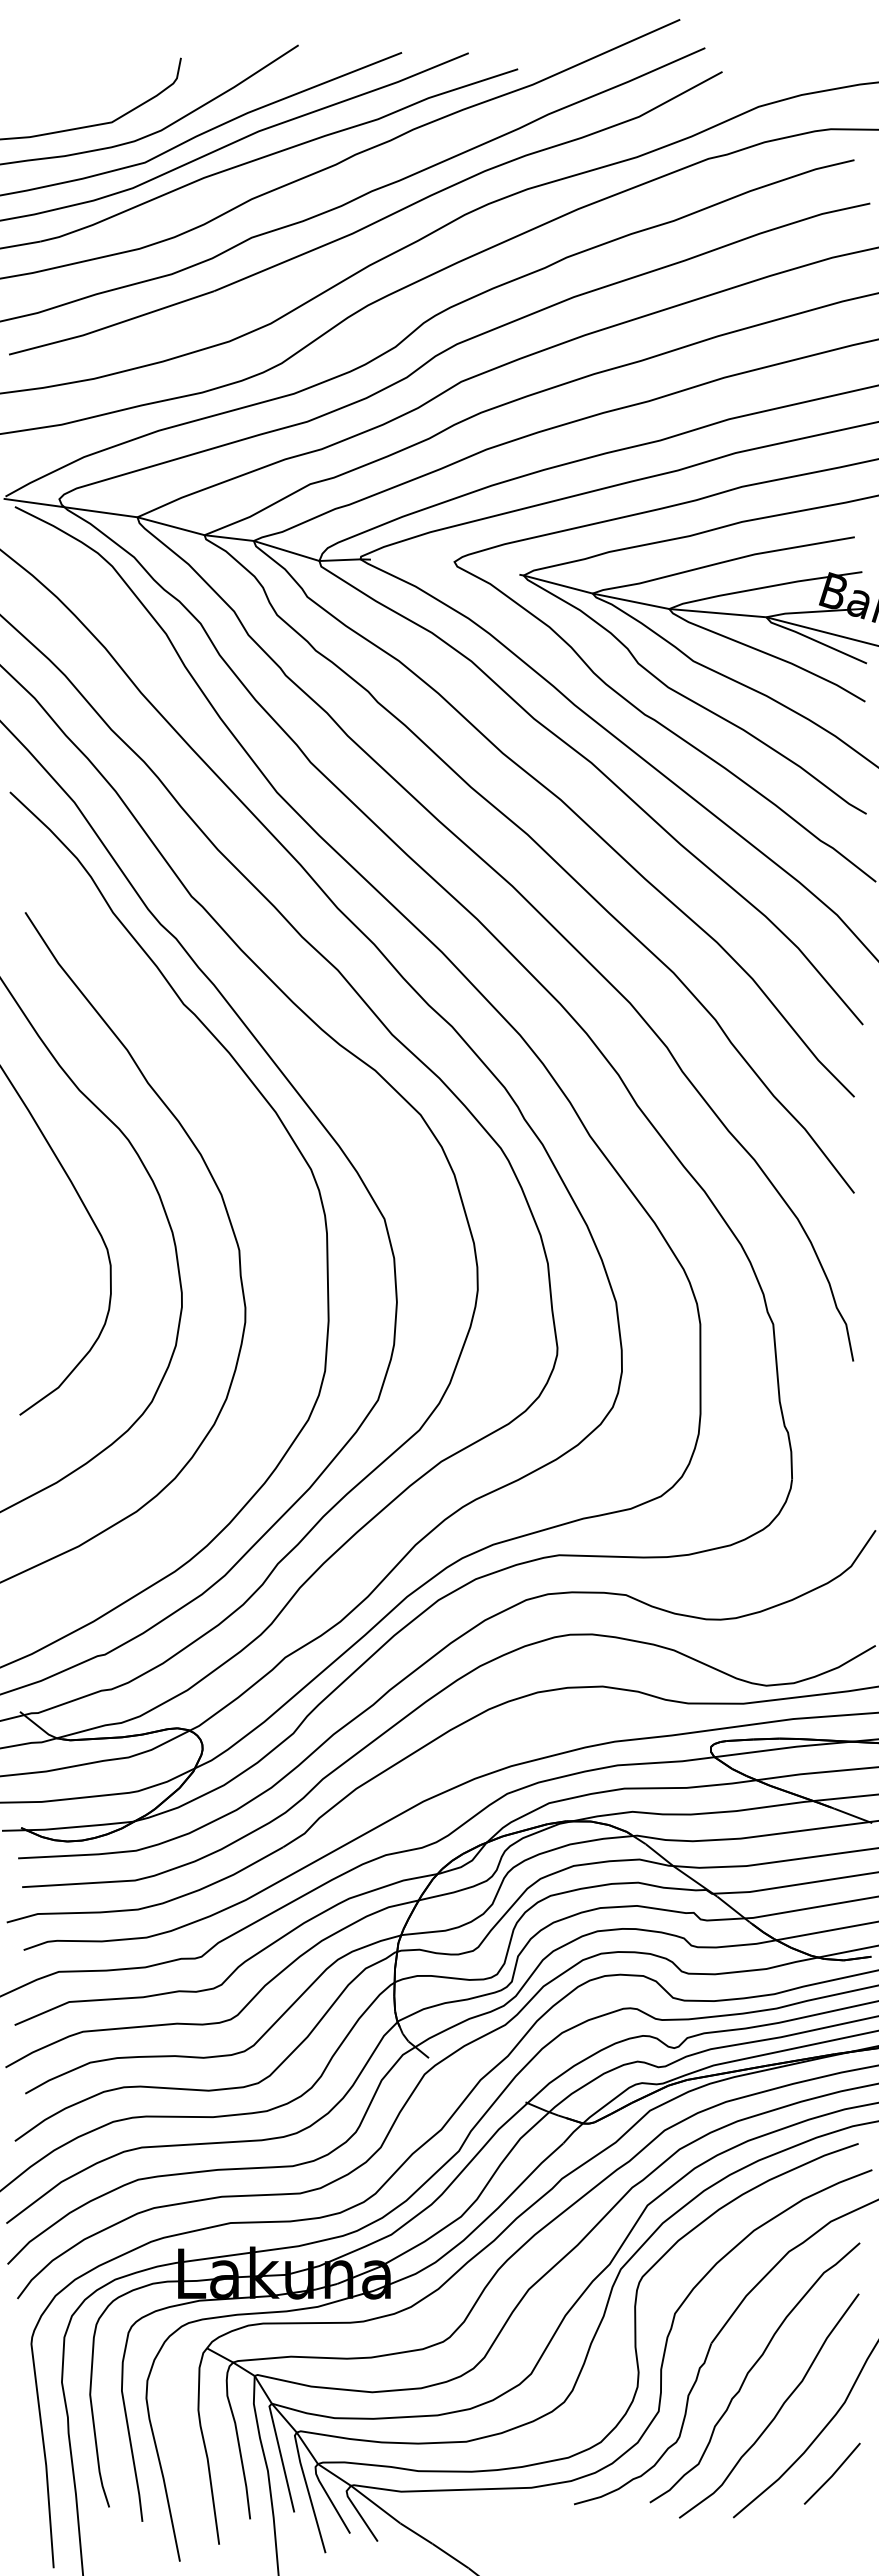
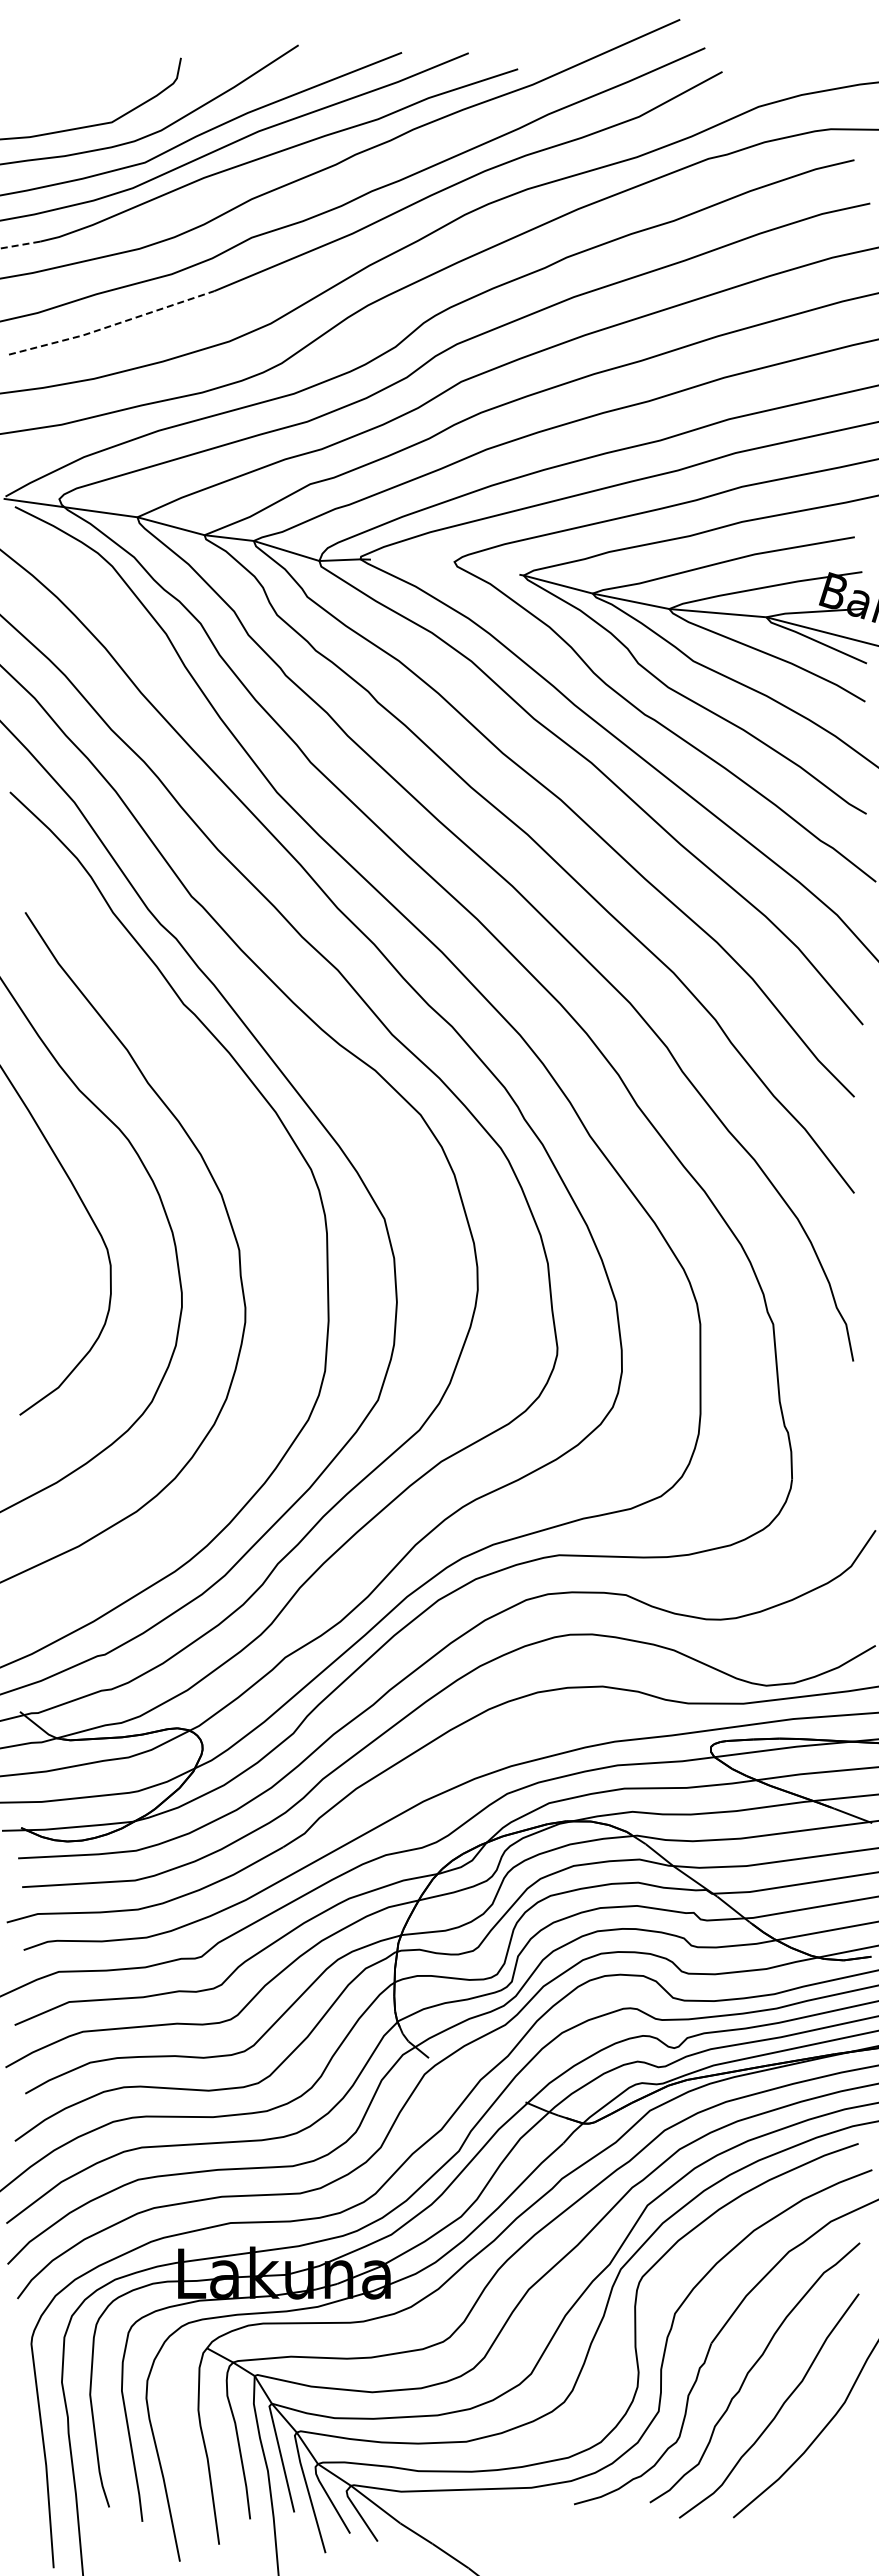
line at (20, 245): solid -> dashed
line at (112, 325): solid -> dashed
line at (832, 2474): present -> none
